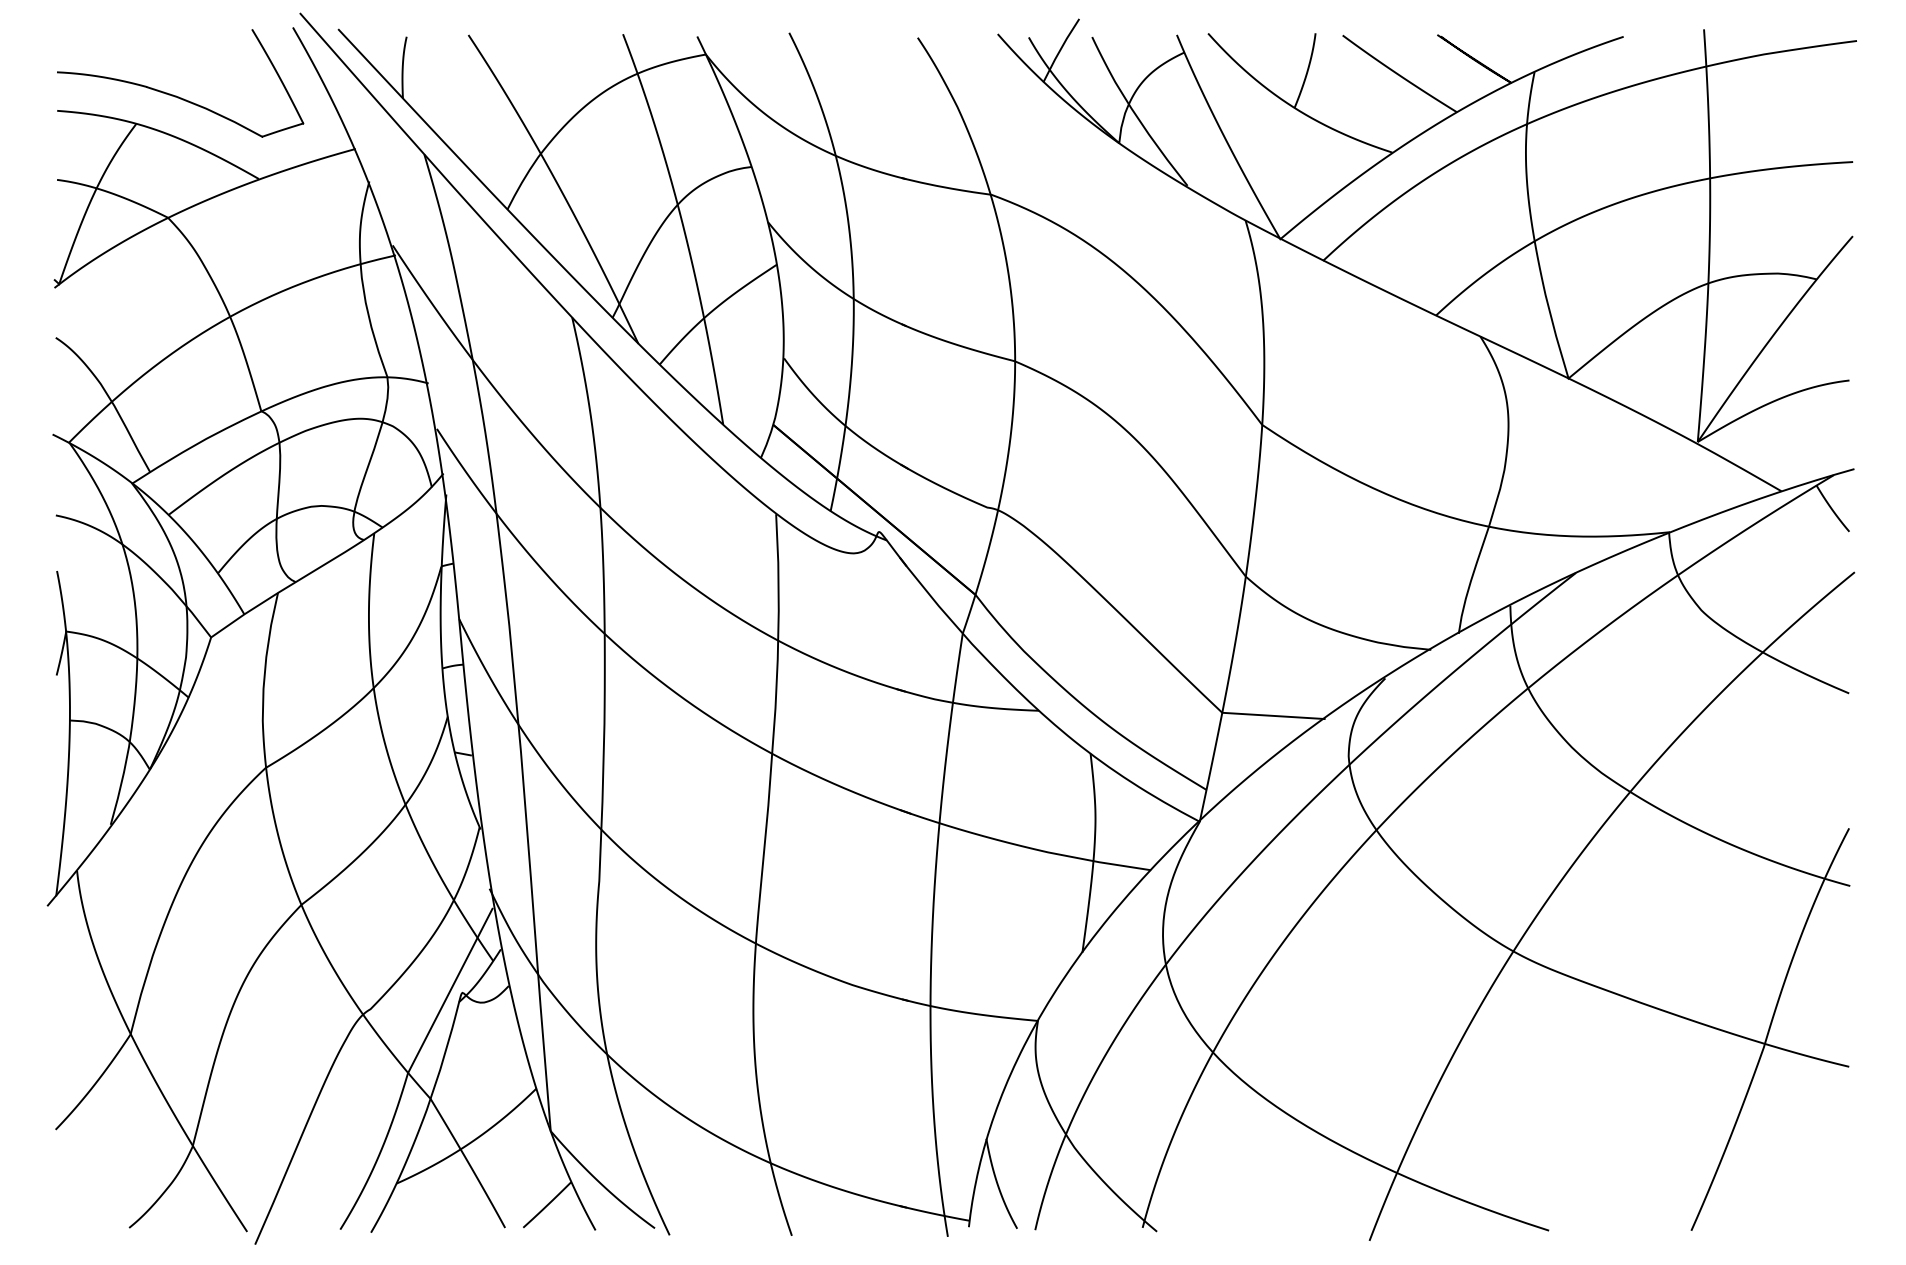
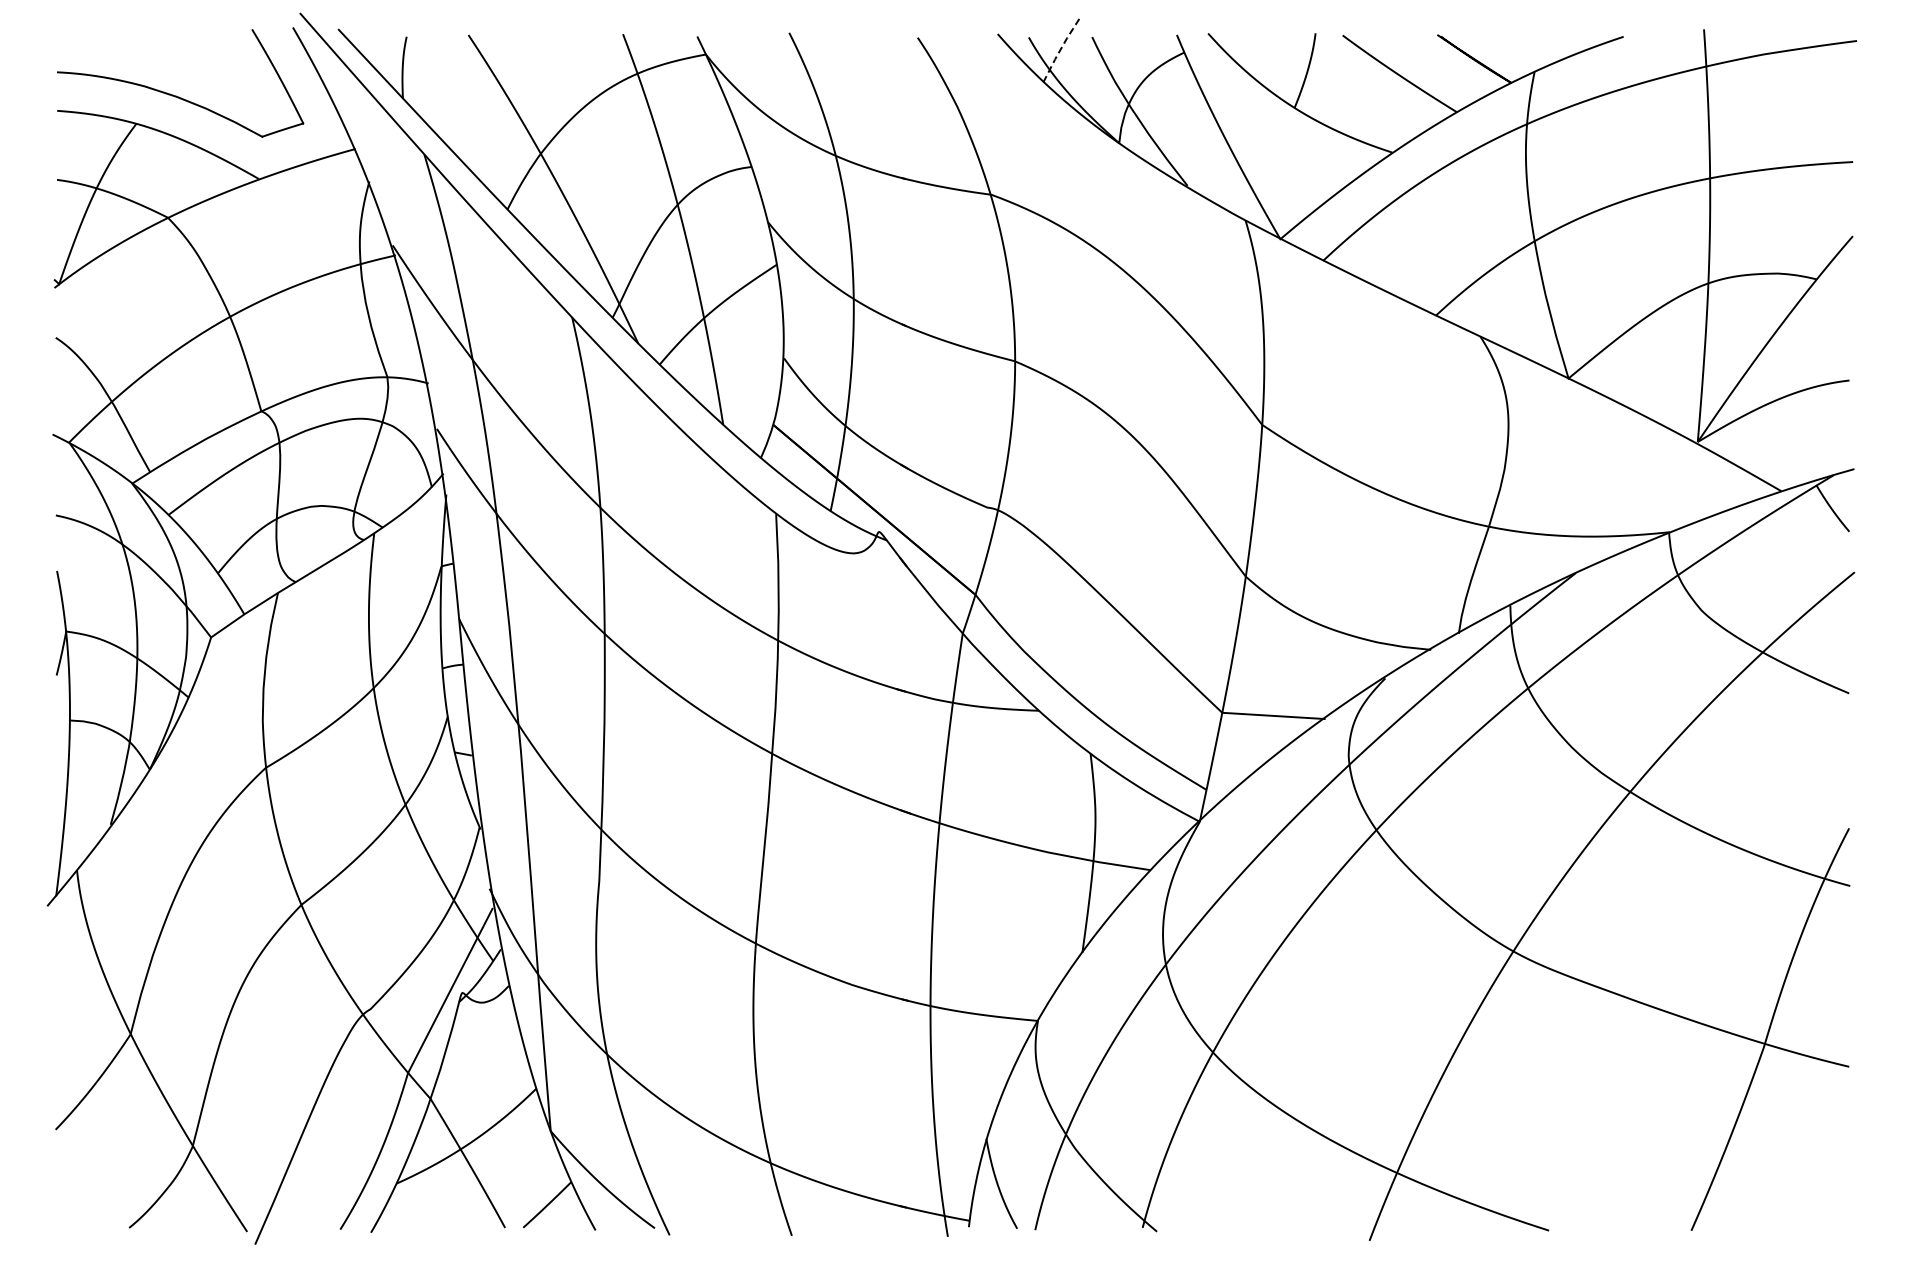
line at (1060, 50): solid -> dashed
